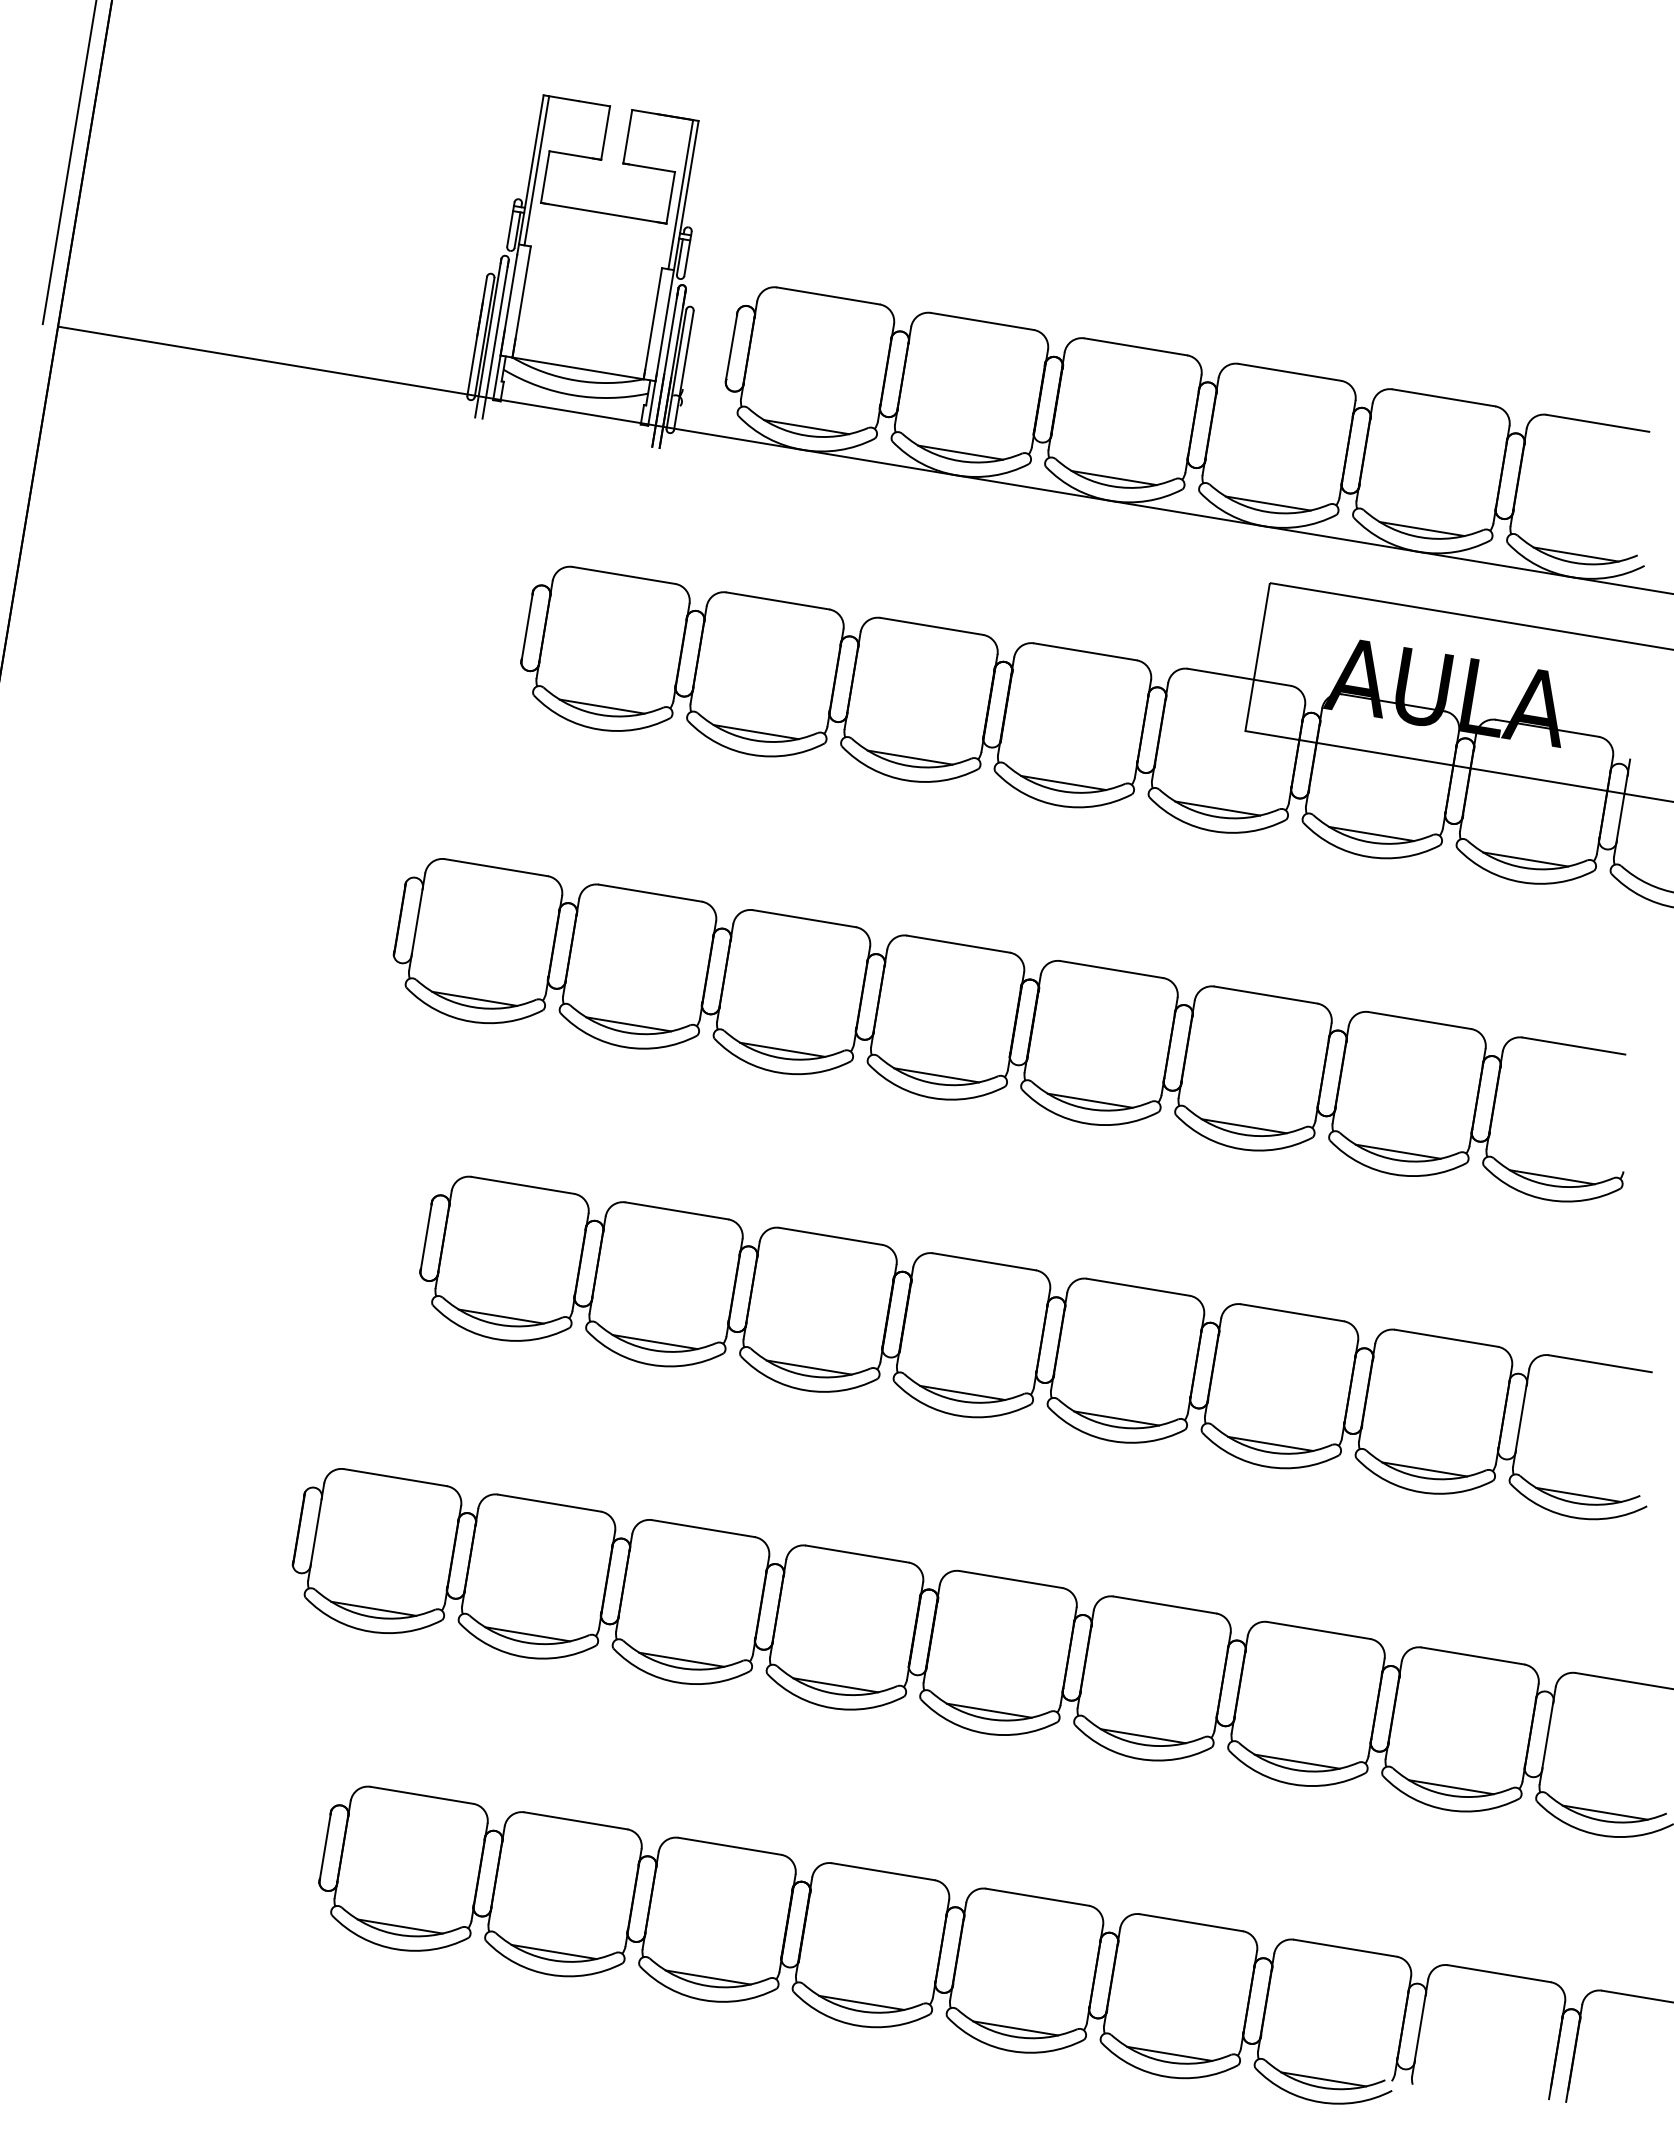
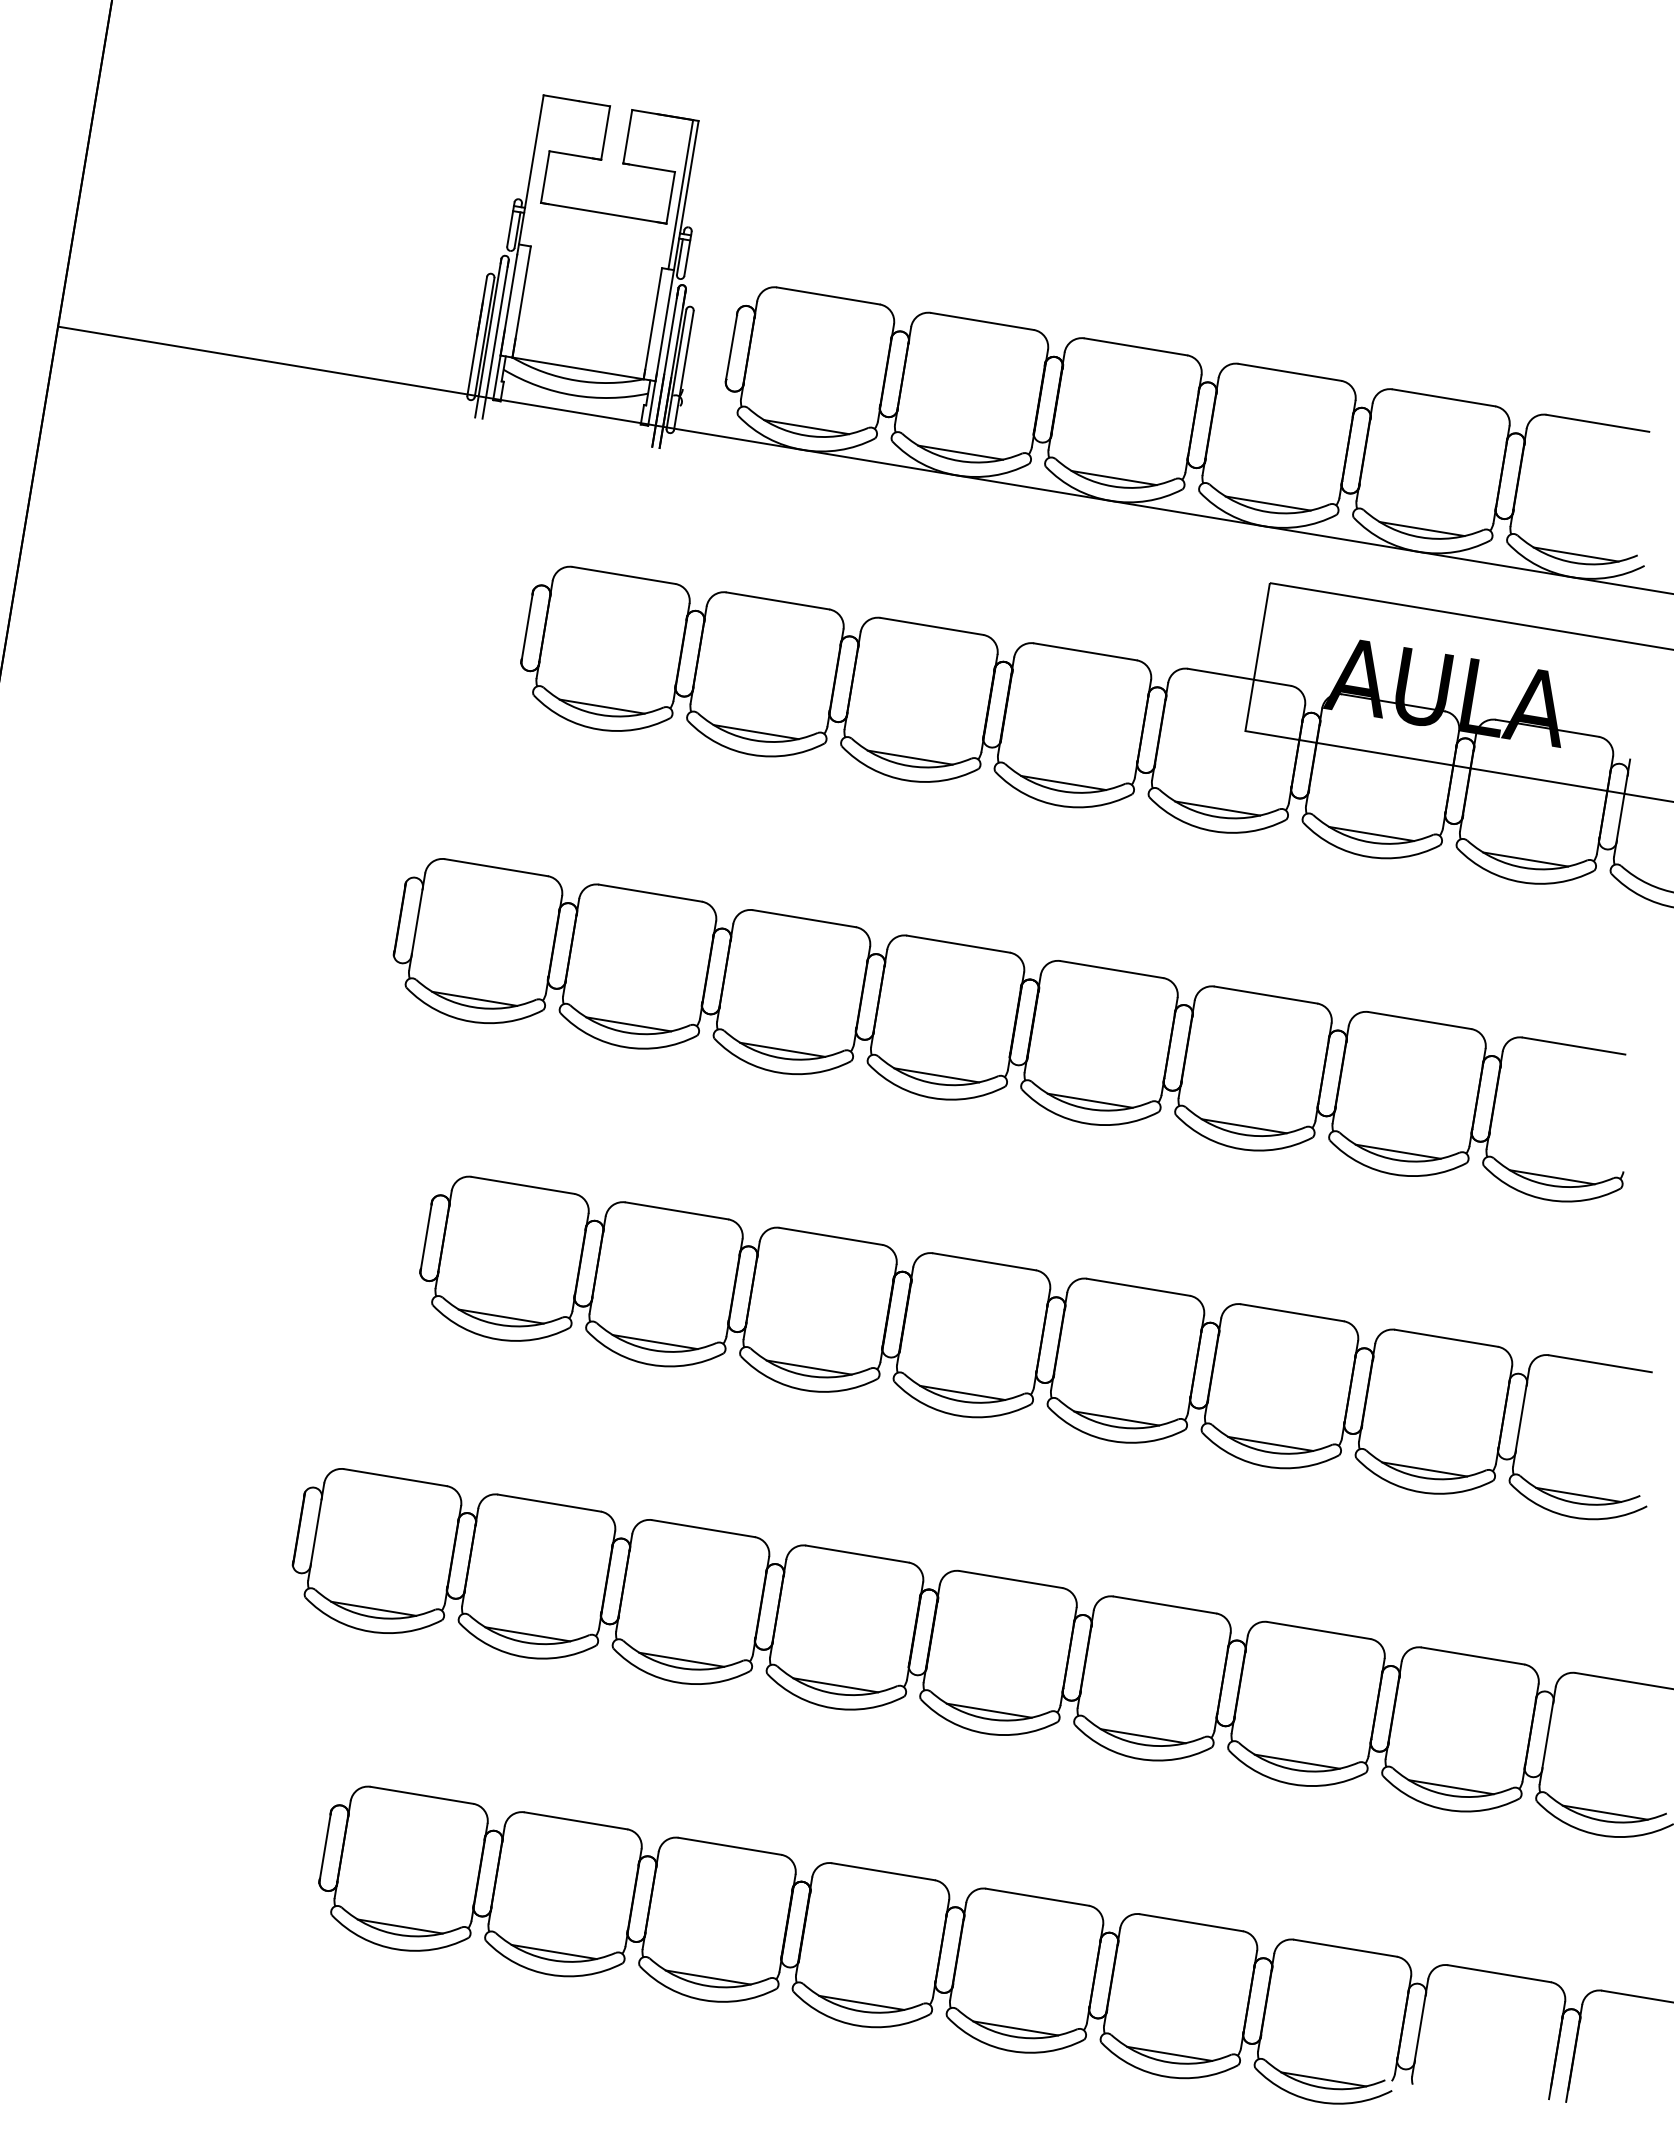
line at (69, 163): present -> none
line at (536, 170): present -> none
